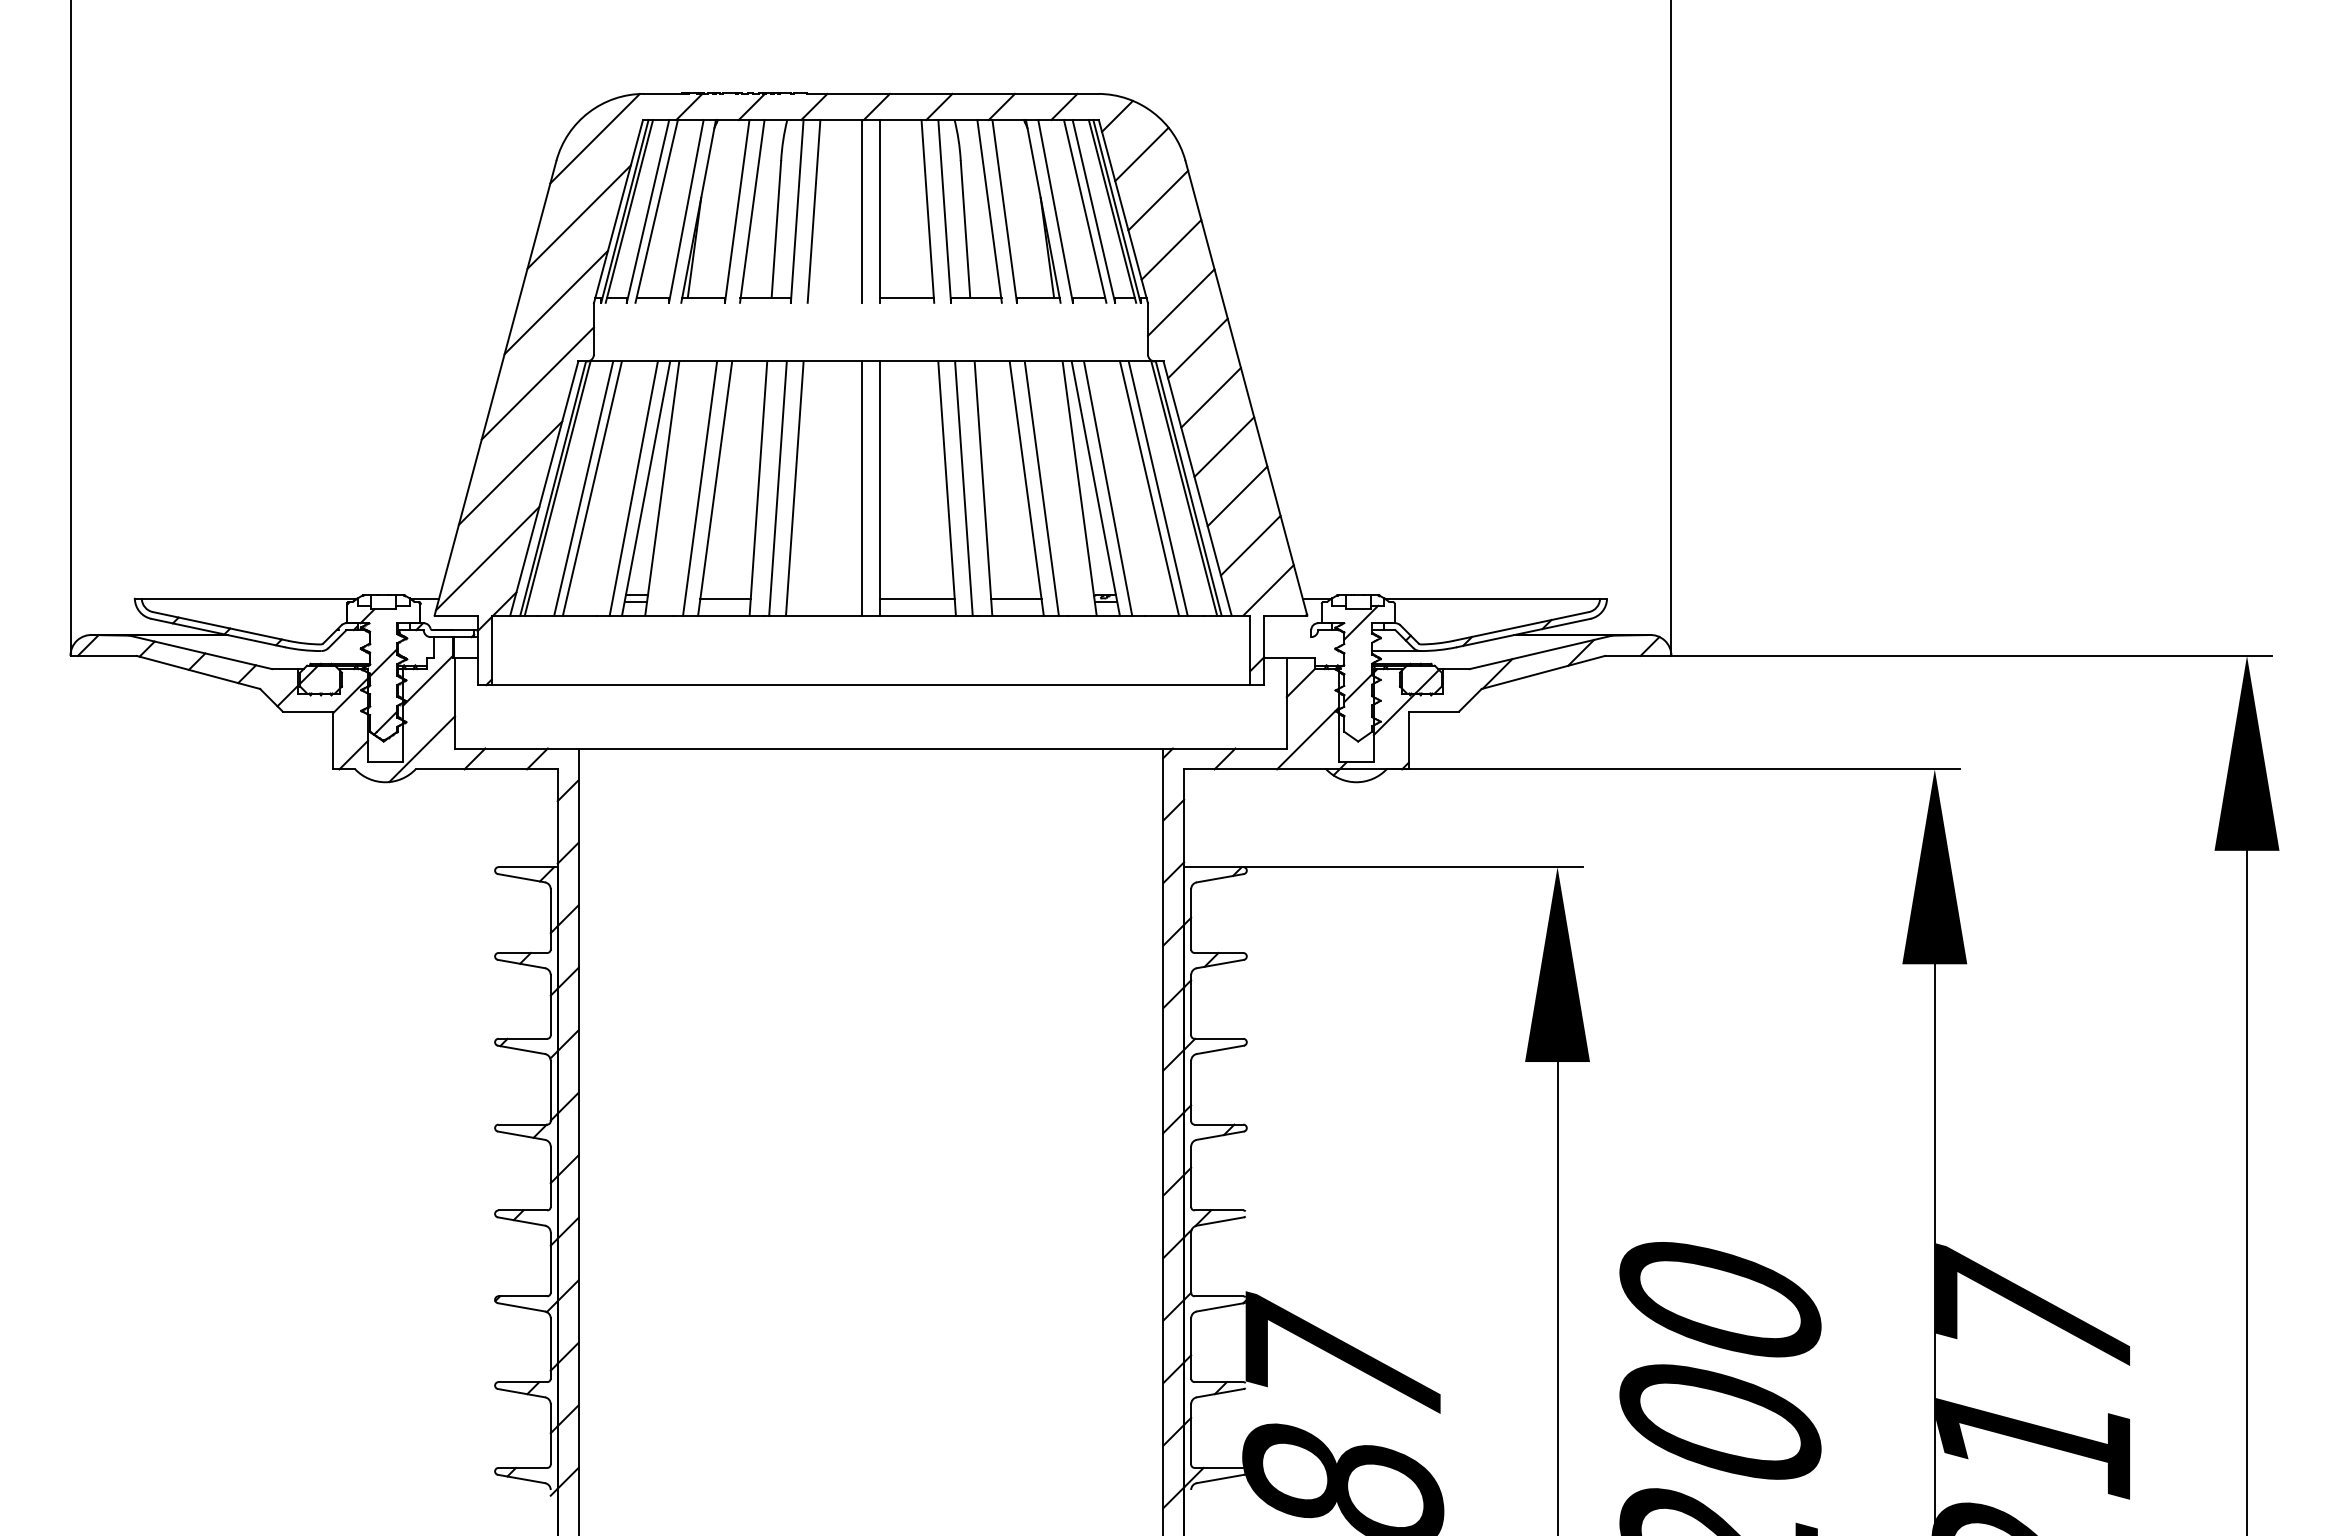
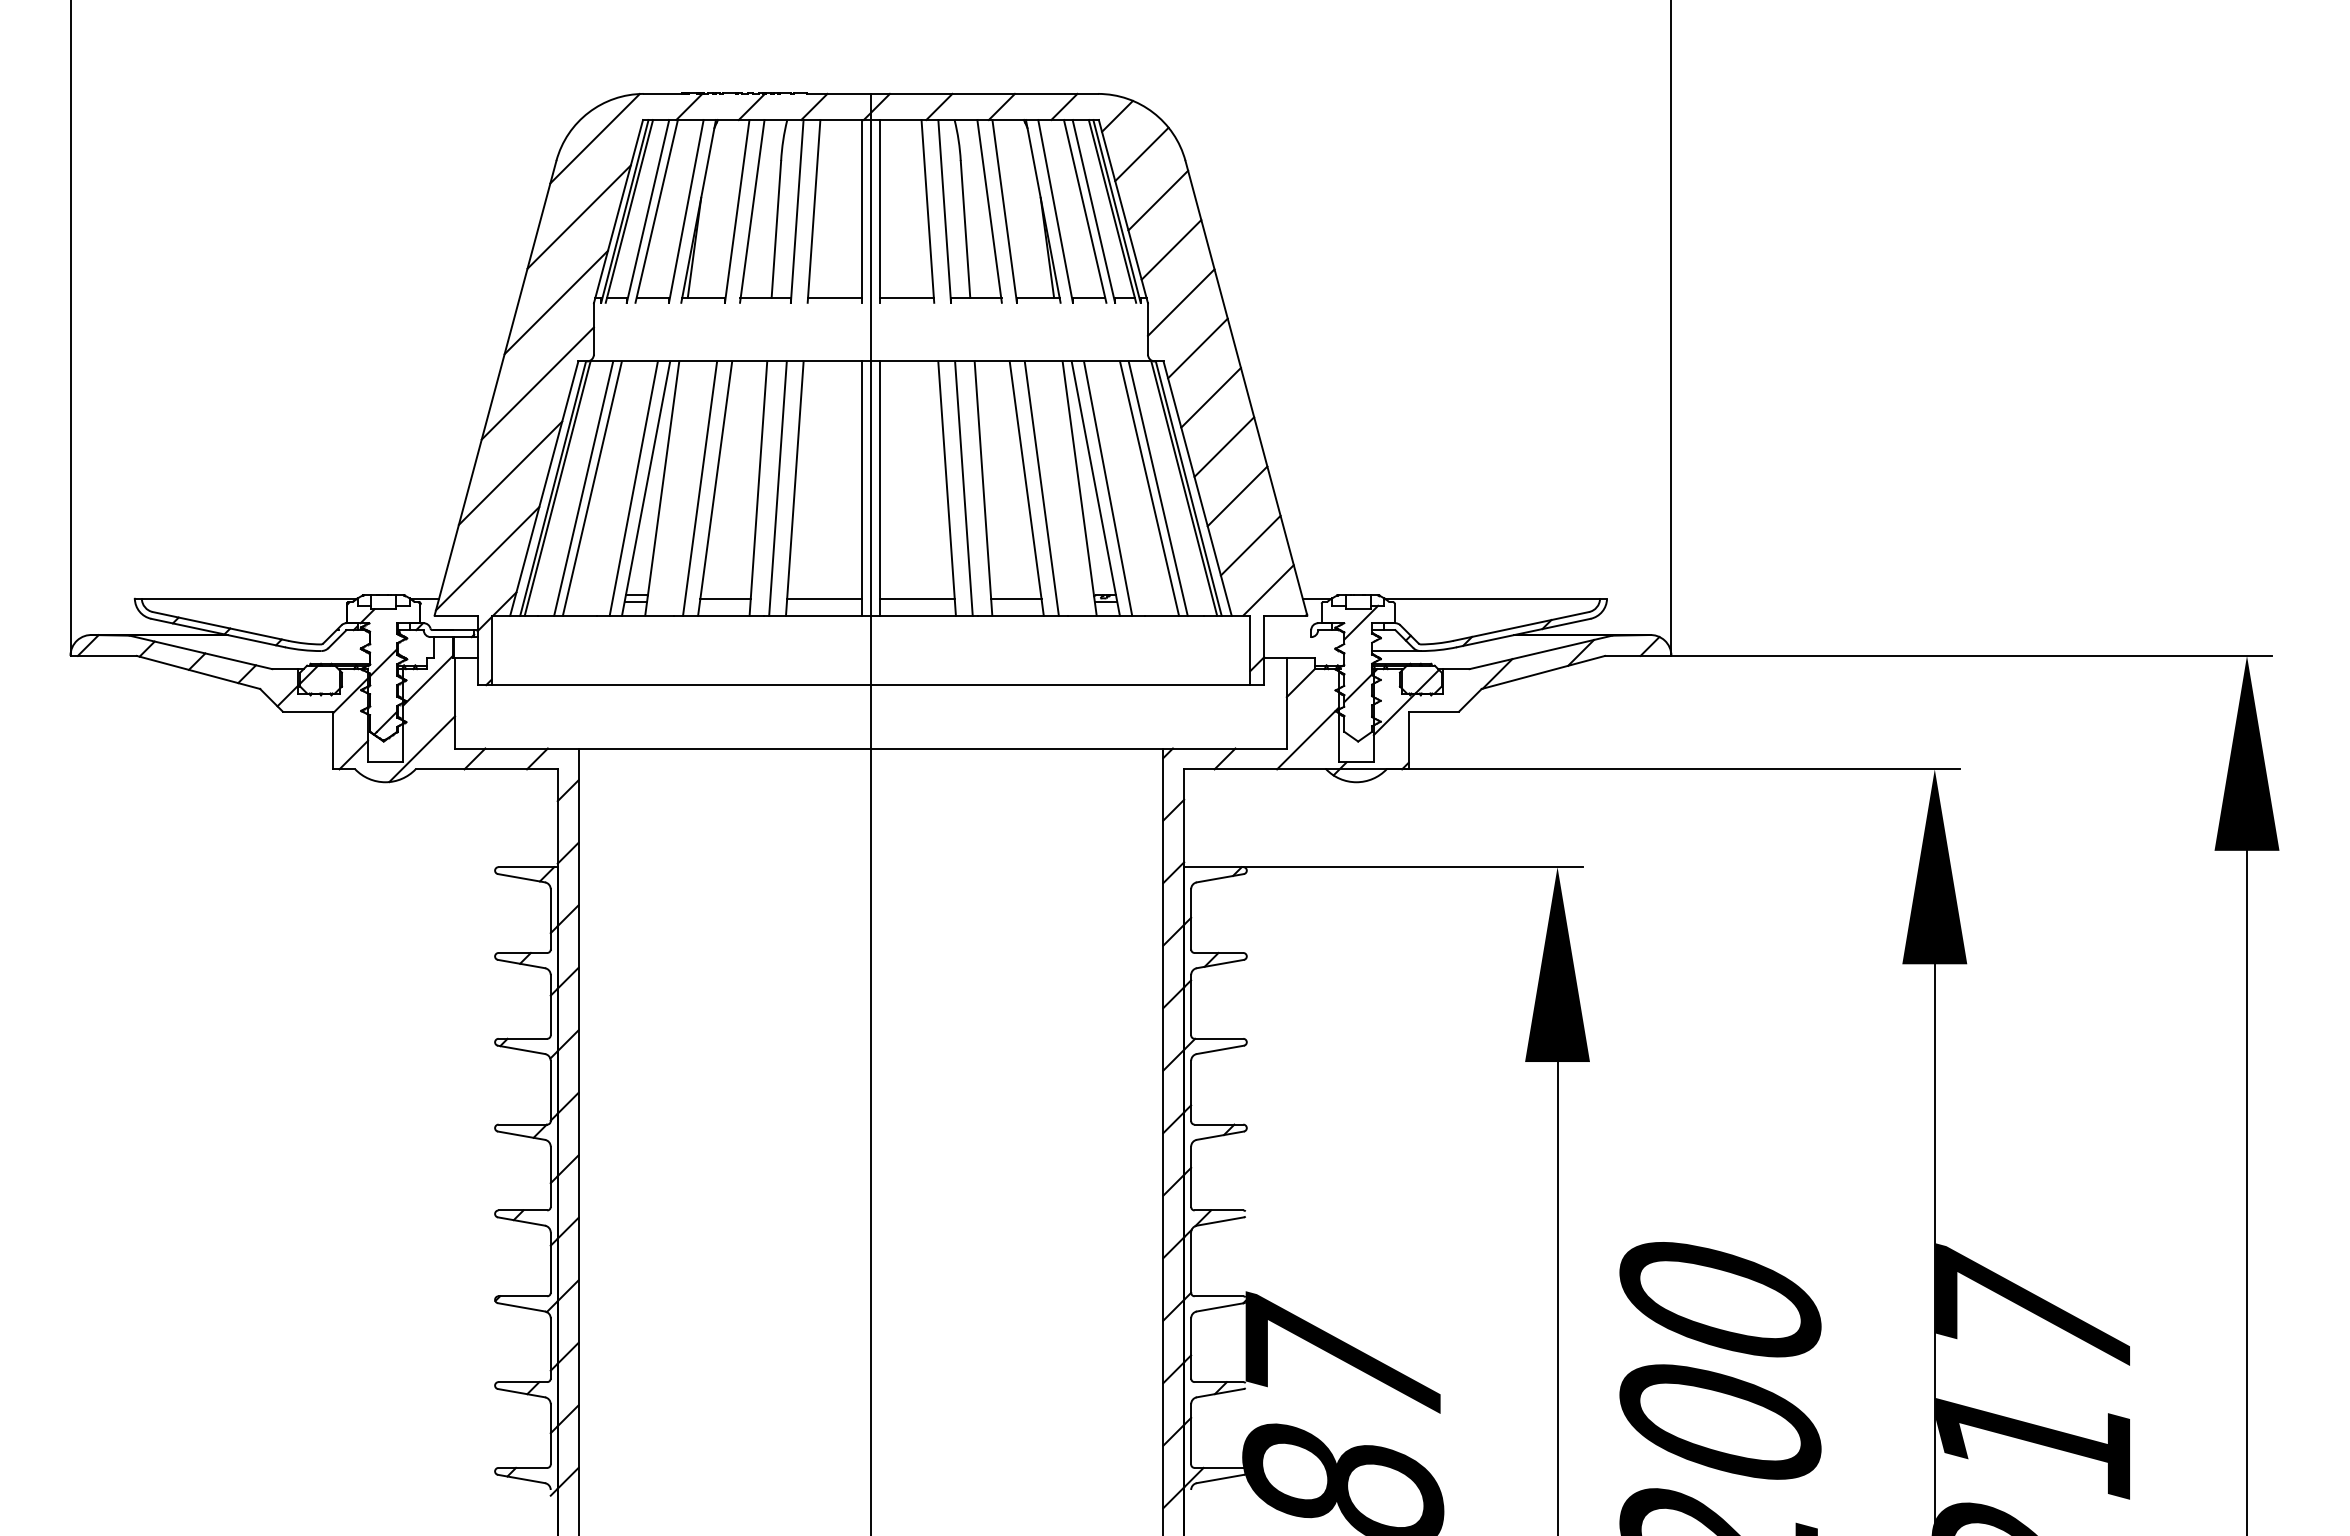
line at (834, 297): none -> present
line at (824, 598): none -> present
line at (870, 812): none -> present
